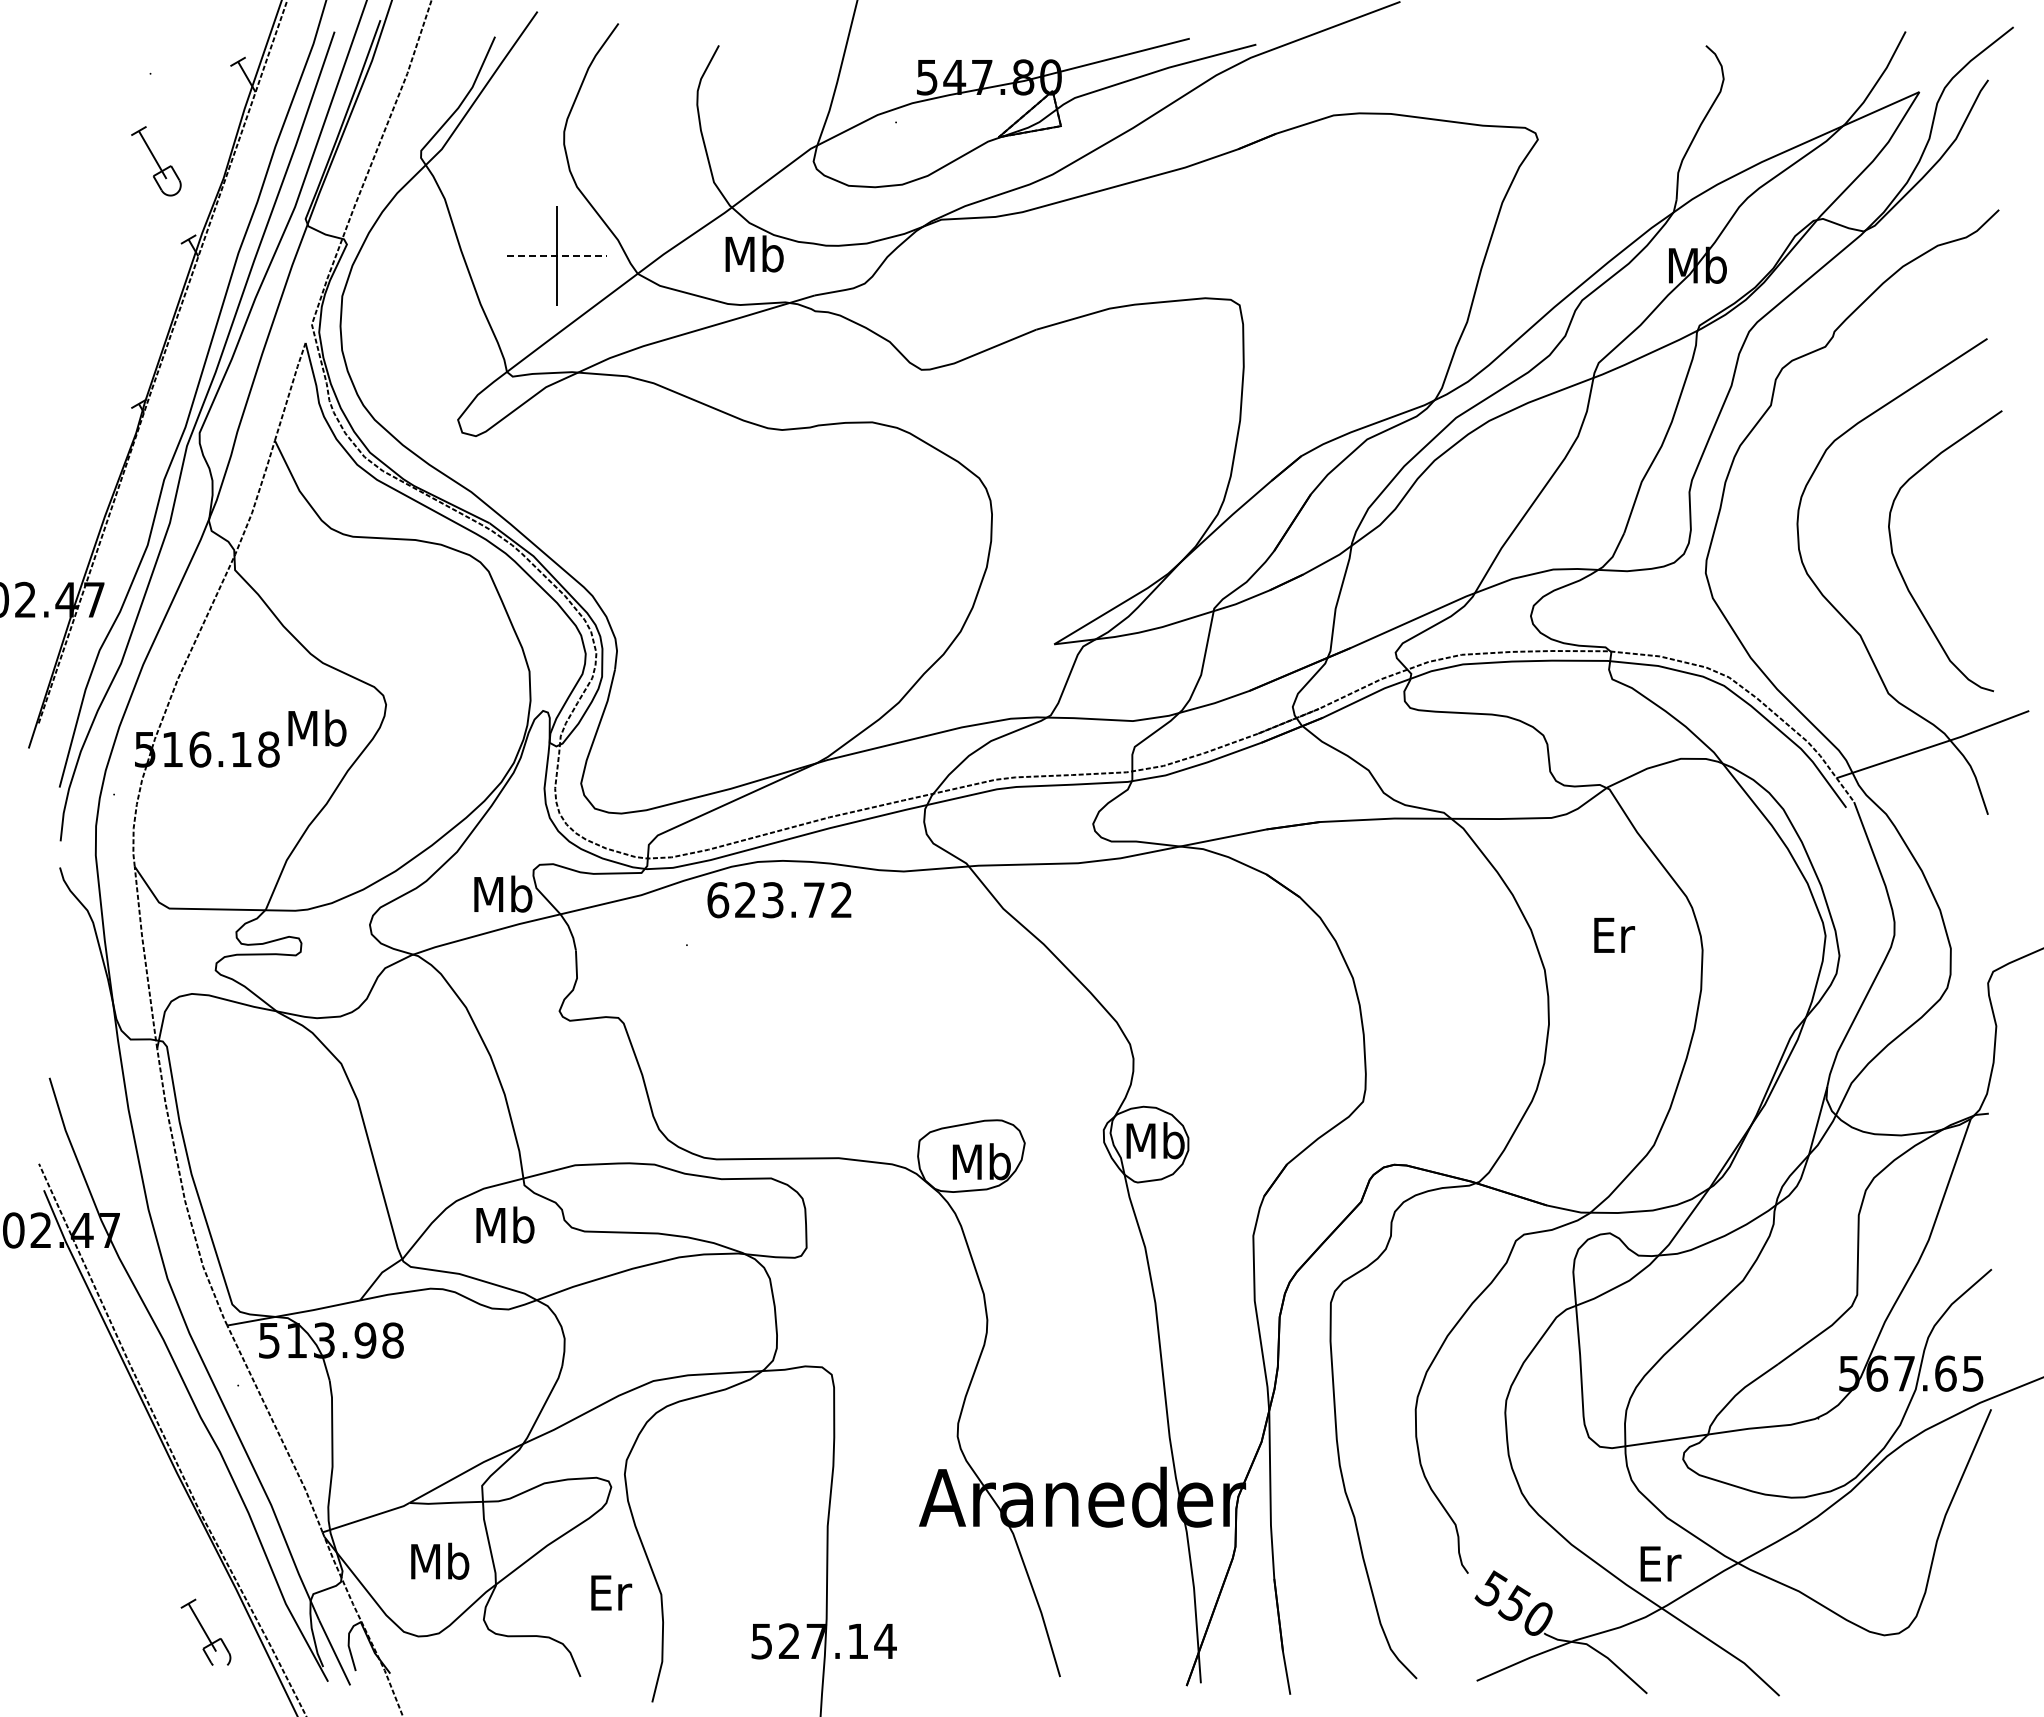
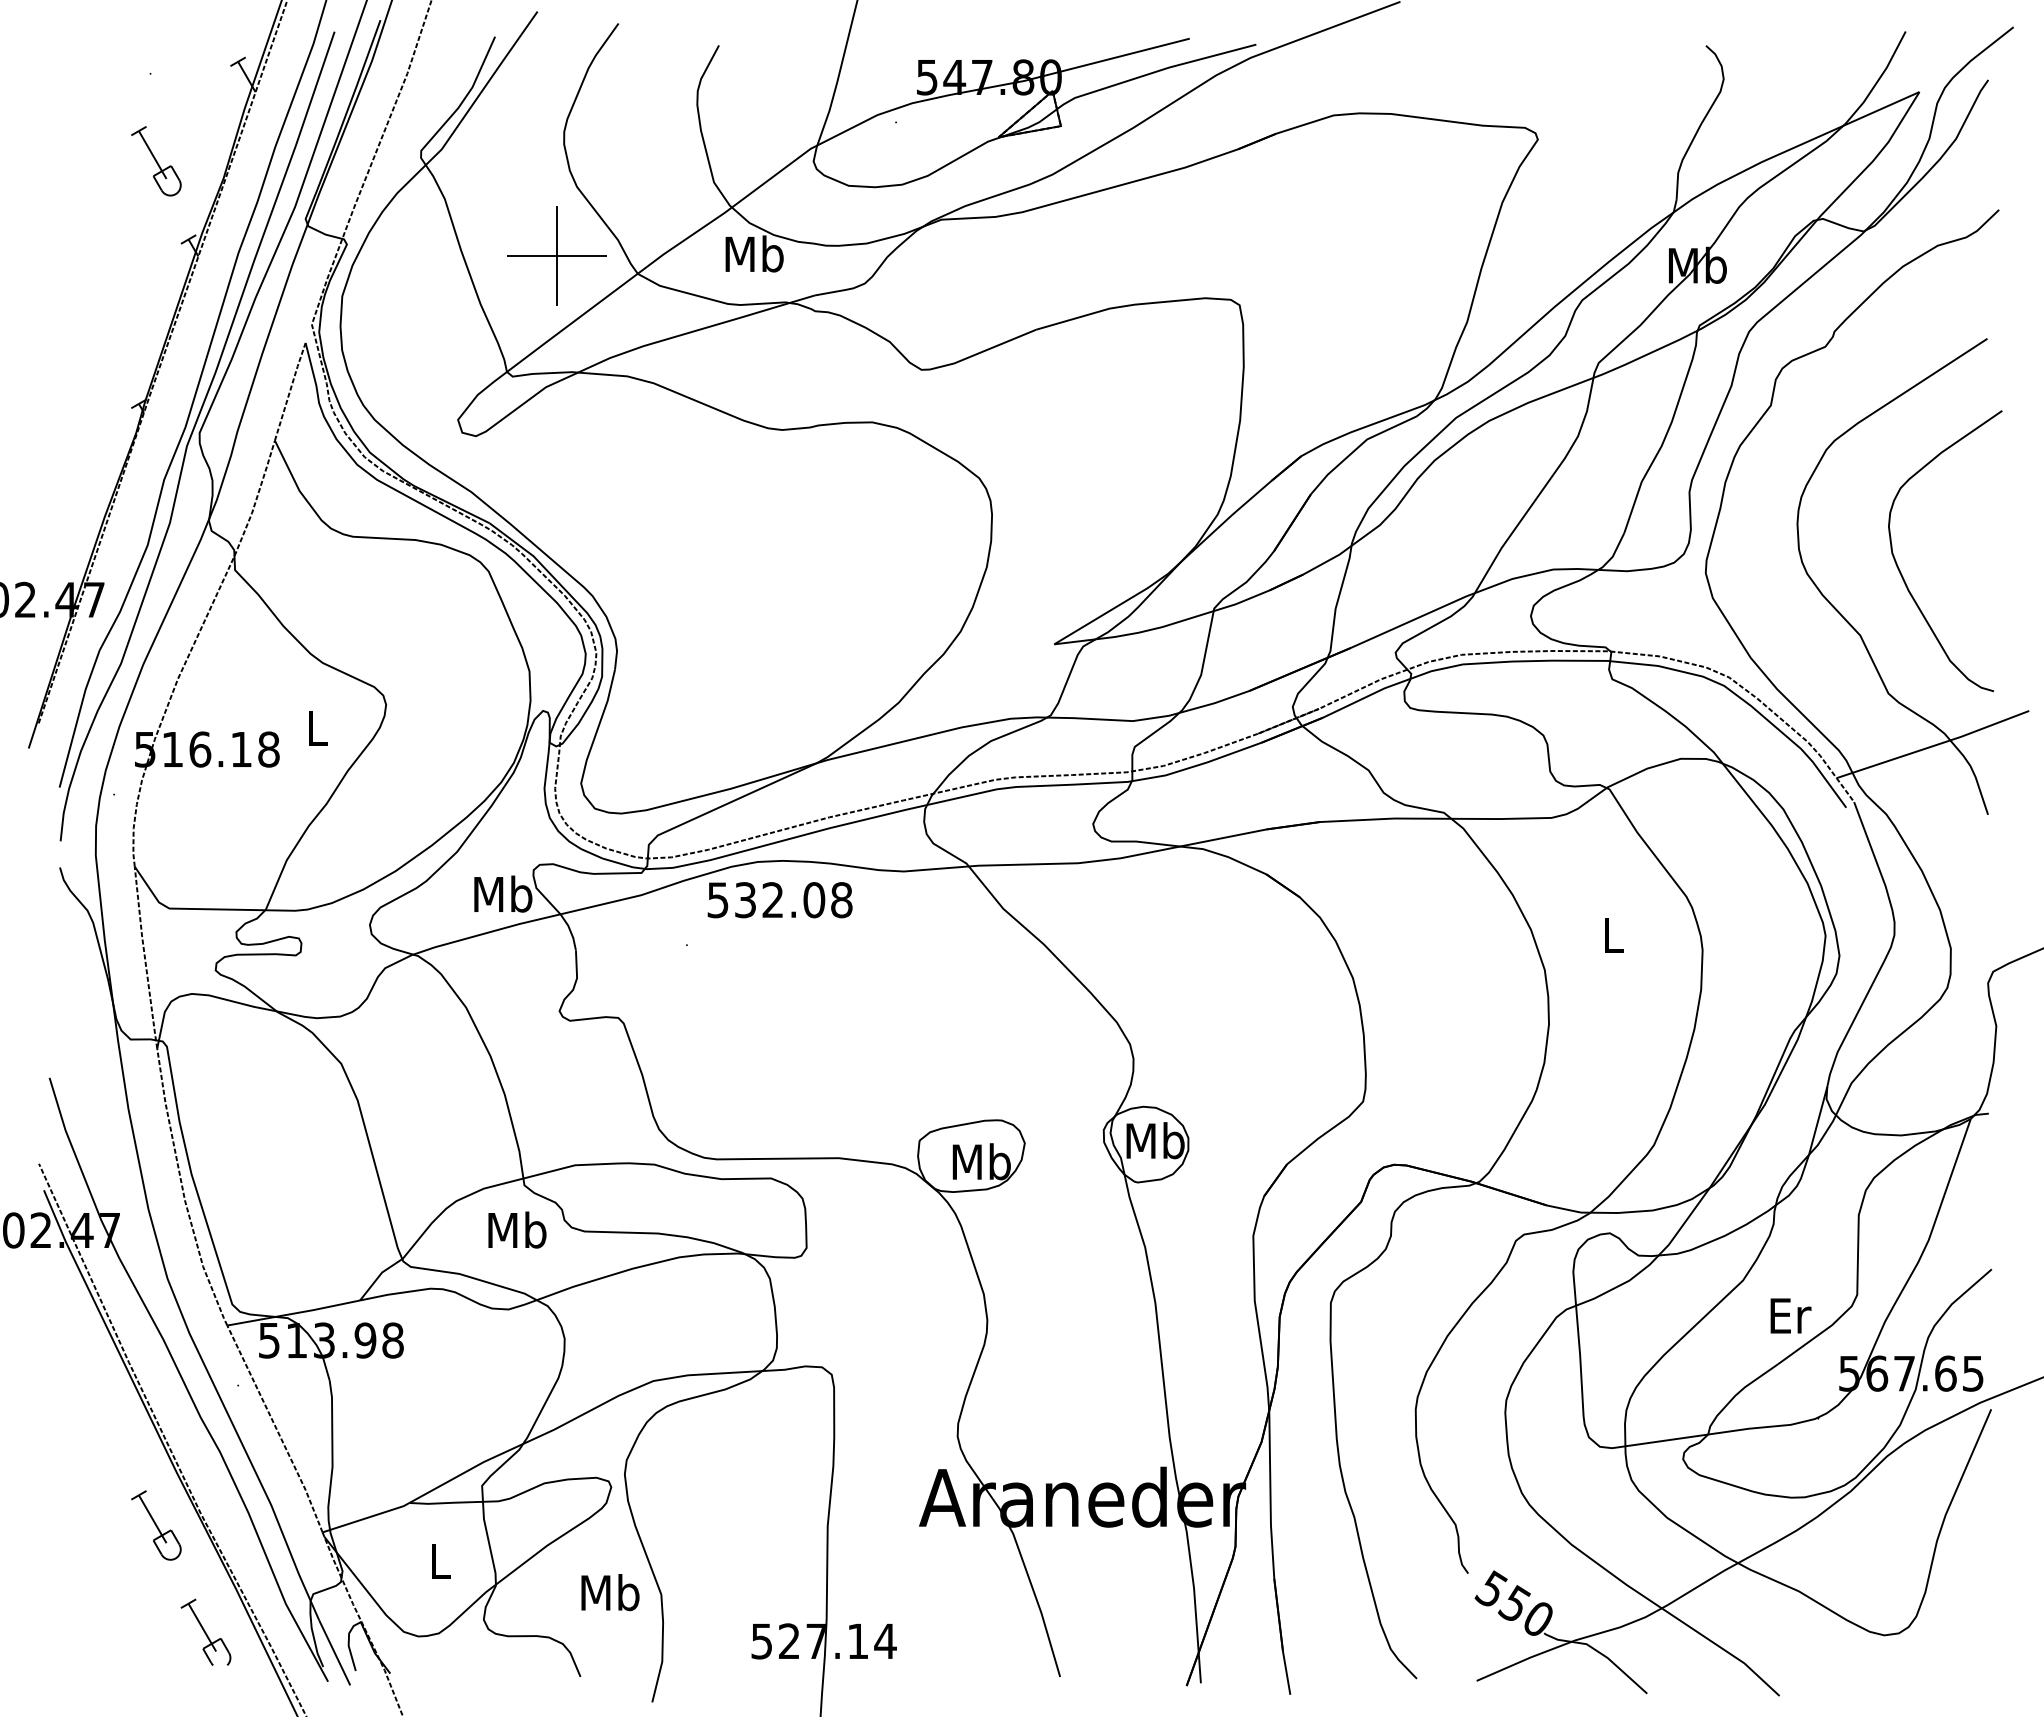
line at (557, 255): dashed -> solid
text at (317, 727): Mb -> L
text at (779, 900): 623.72 -> 532.08
text at (1614, 934): Er -> L
text at (505, 1224) position: (505, 1224) -> (517, 1229)
part at (156, 1525): none -> present
text at (440, 1560): Mb -> L
text at (1660, 1563) position: (1660, 1563) -> (1790, 1315)
text at (610, 1592): Er -> Mb
